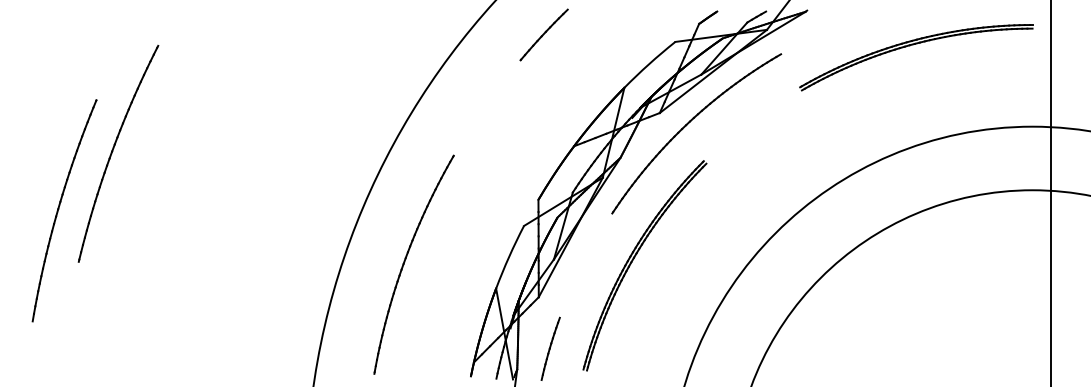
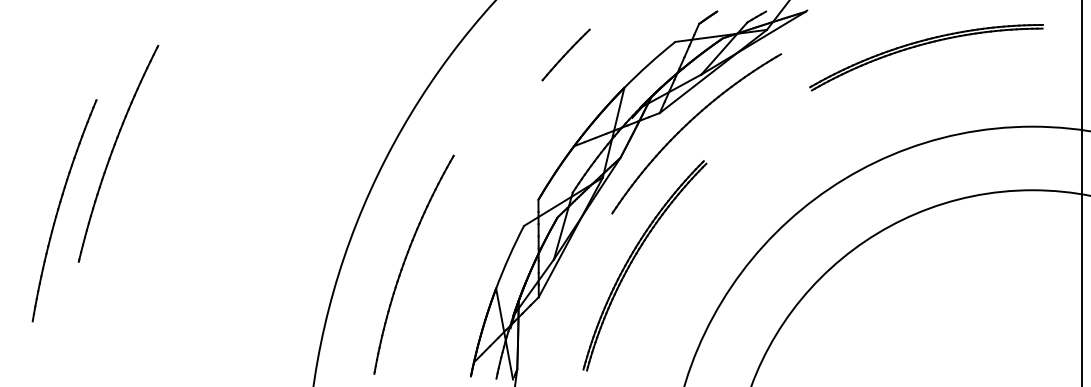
line at (543, 34) position: (543, 34) -> (565, 54)
part at (913, 45) position: (913, 45) -> (923, 45)
line at (1050, 192) position: (1050, 192) -> (1081, 192)
line at (550, 348): present -> none
